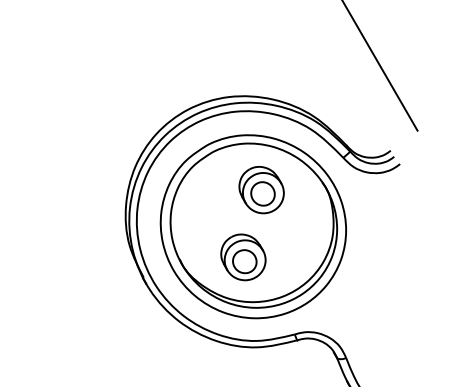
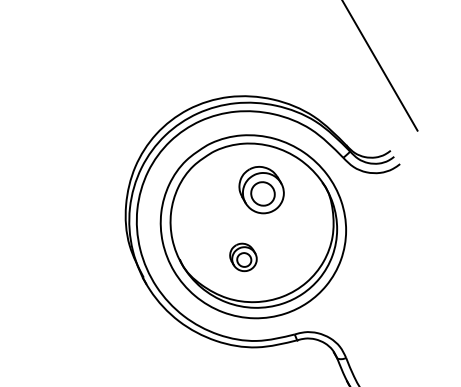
part at (243, 257) size: 47x49 px -> 29x31 px
